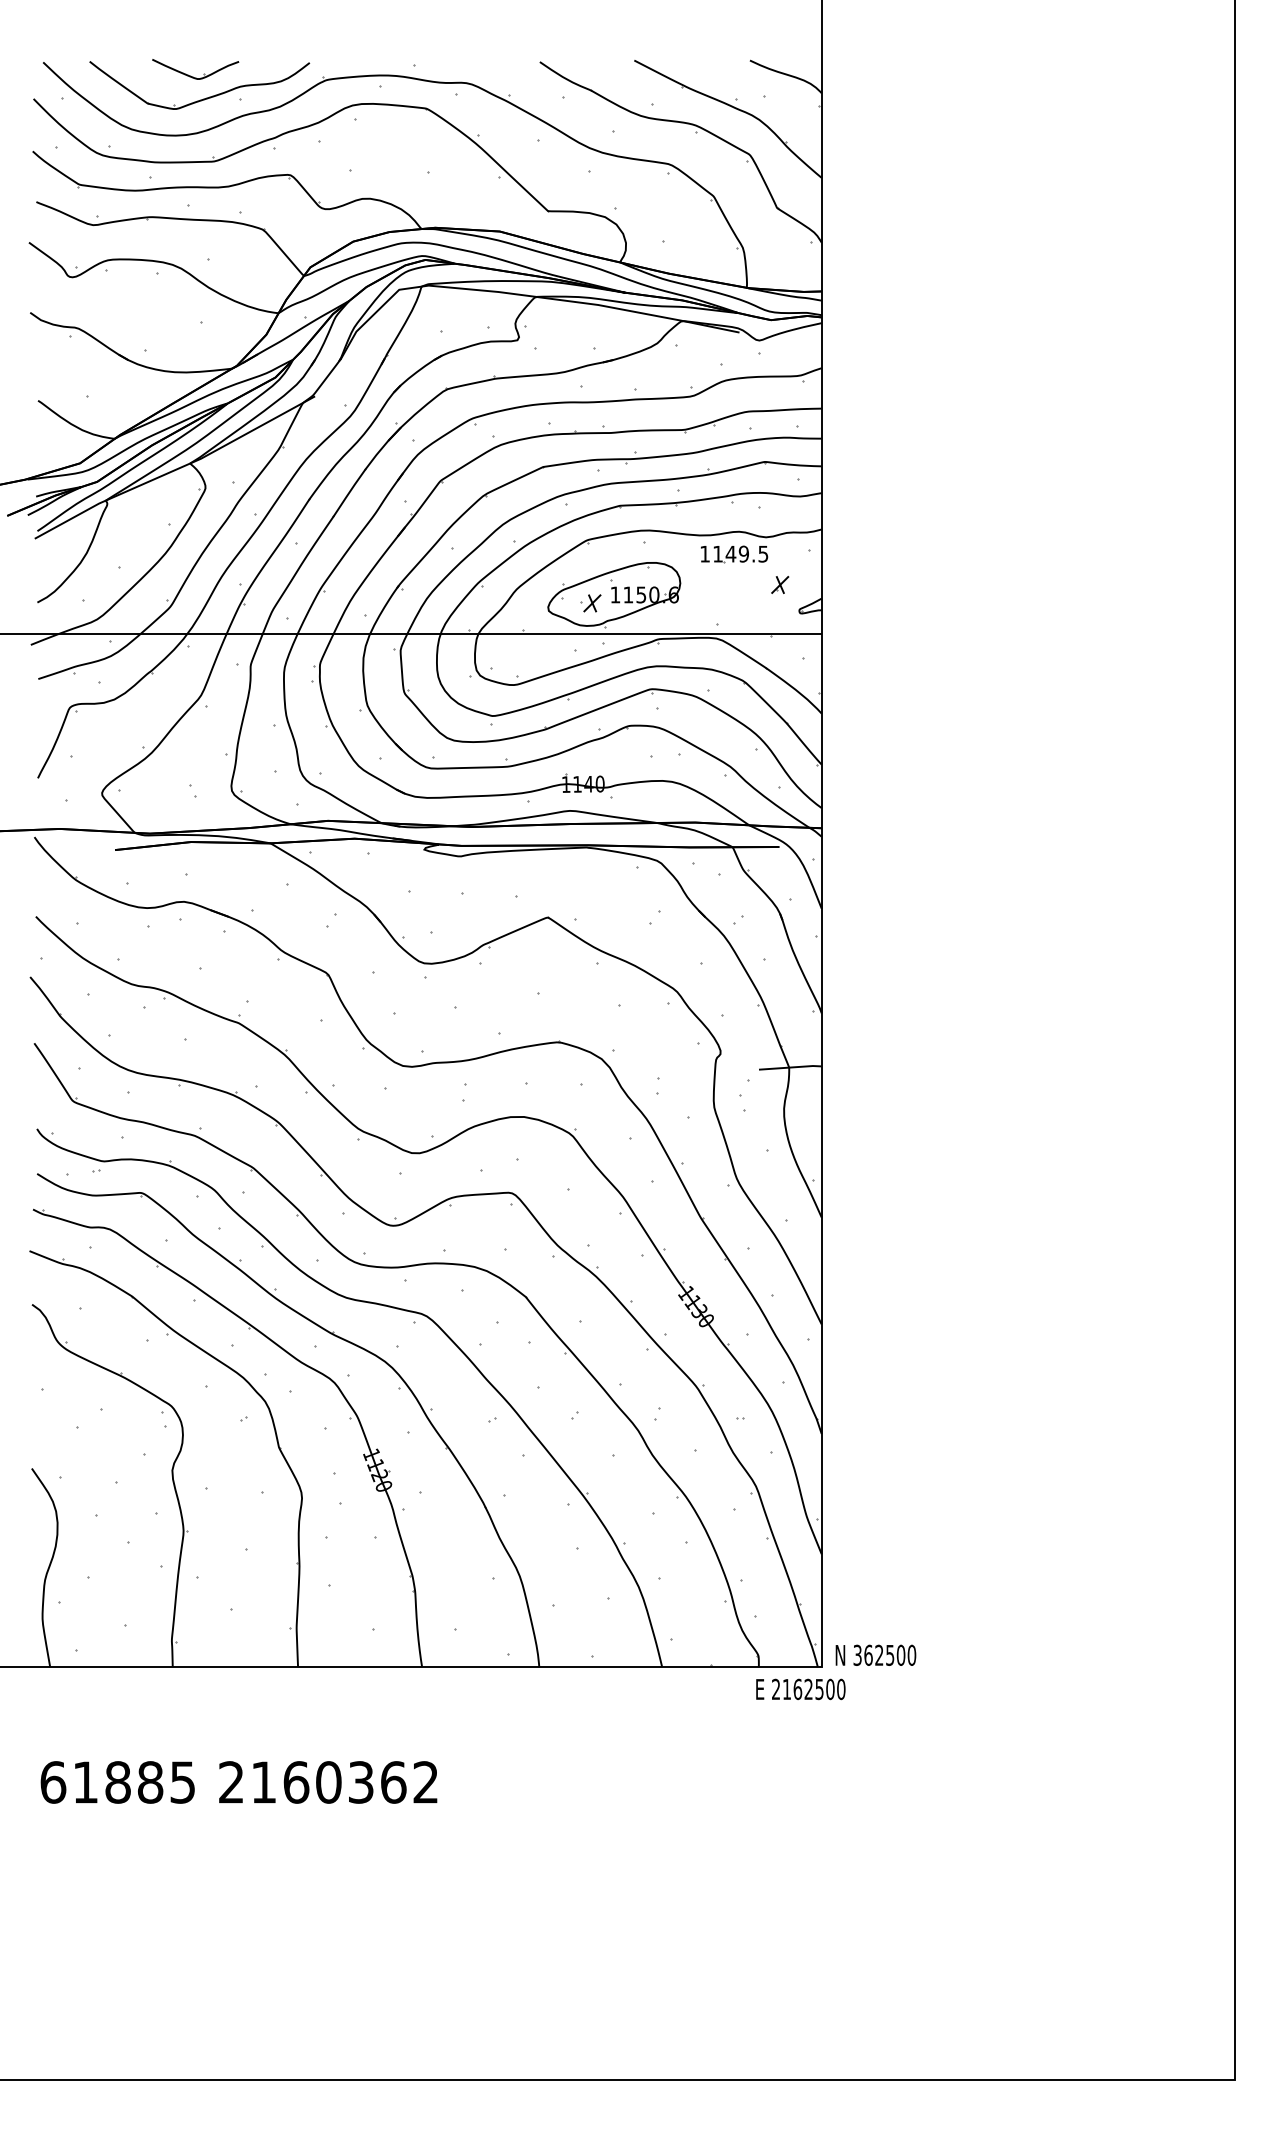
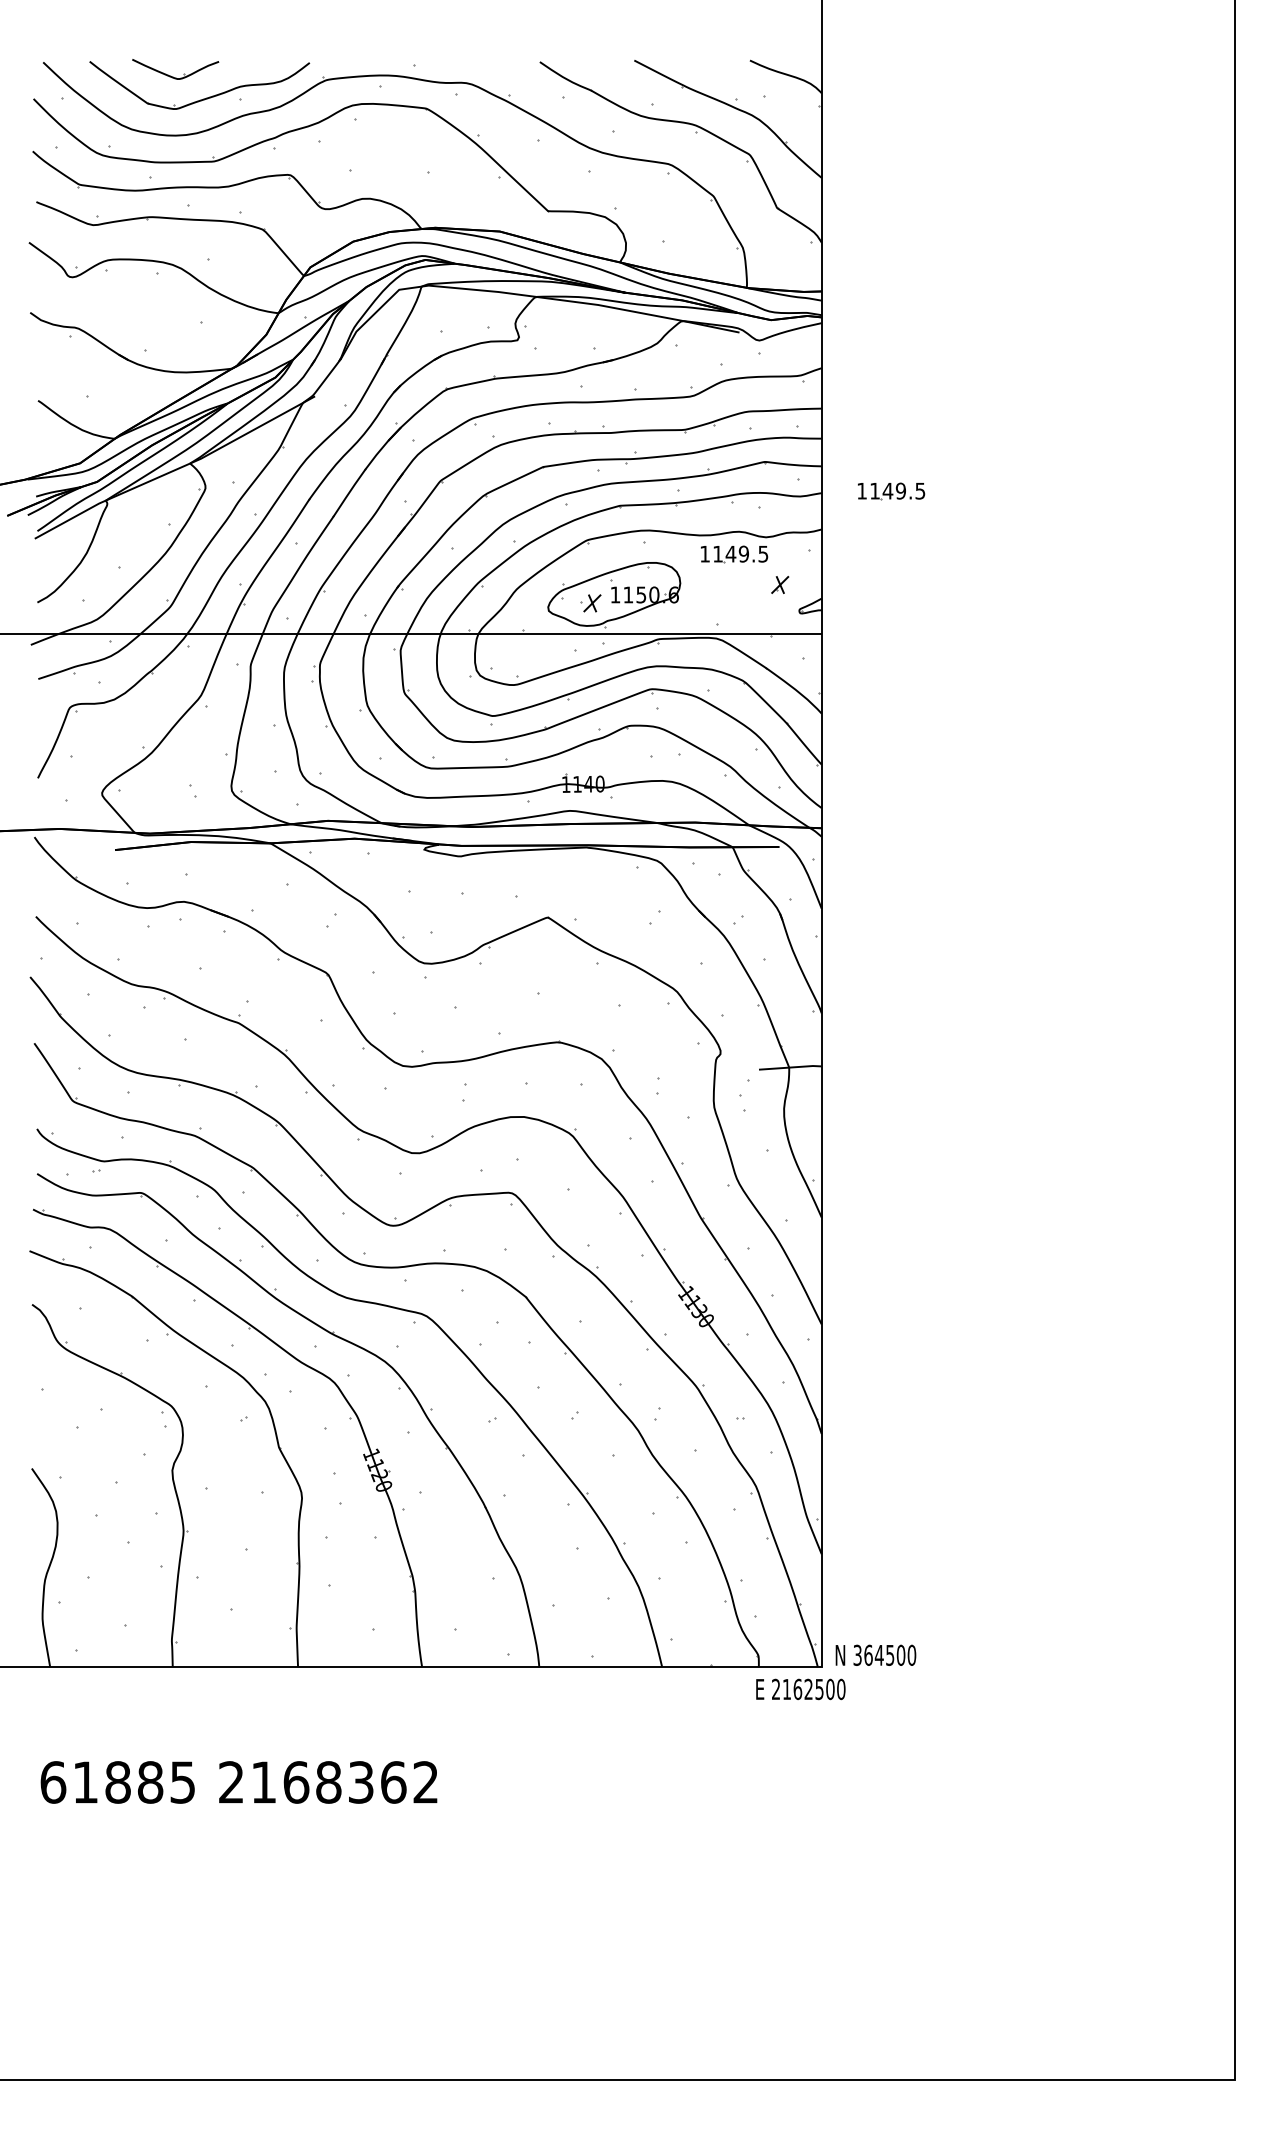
part at (193, 76) position: (193, 76) -> (173, 76)
part at (891, 491): none -> present
text at (878, 1654): 362500 -> 364500
text at (328, 1782): 2160362 -> 2168362
